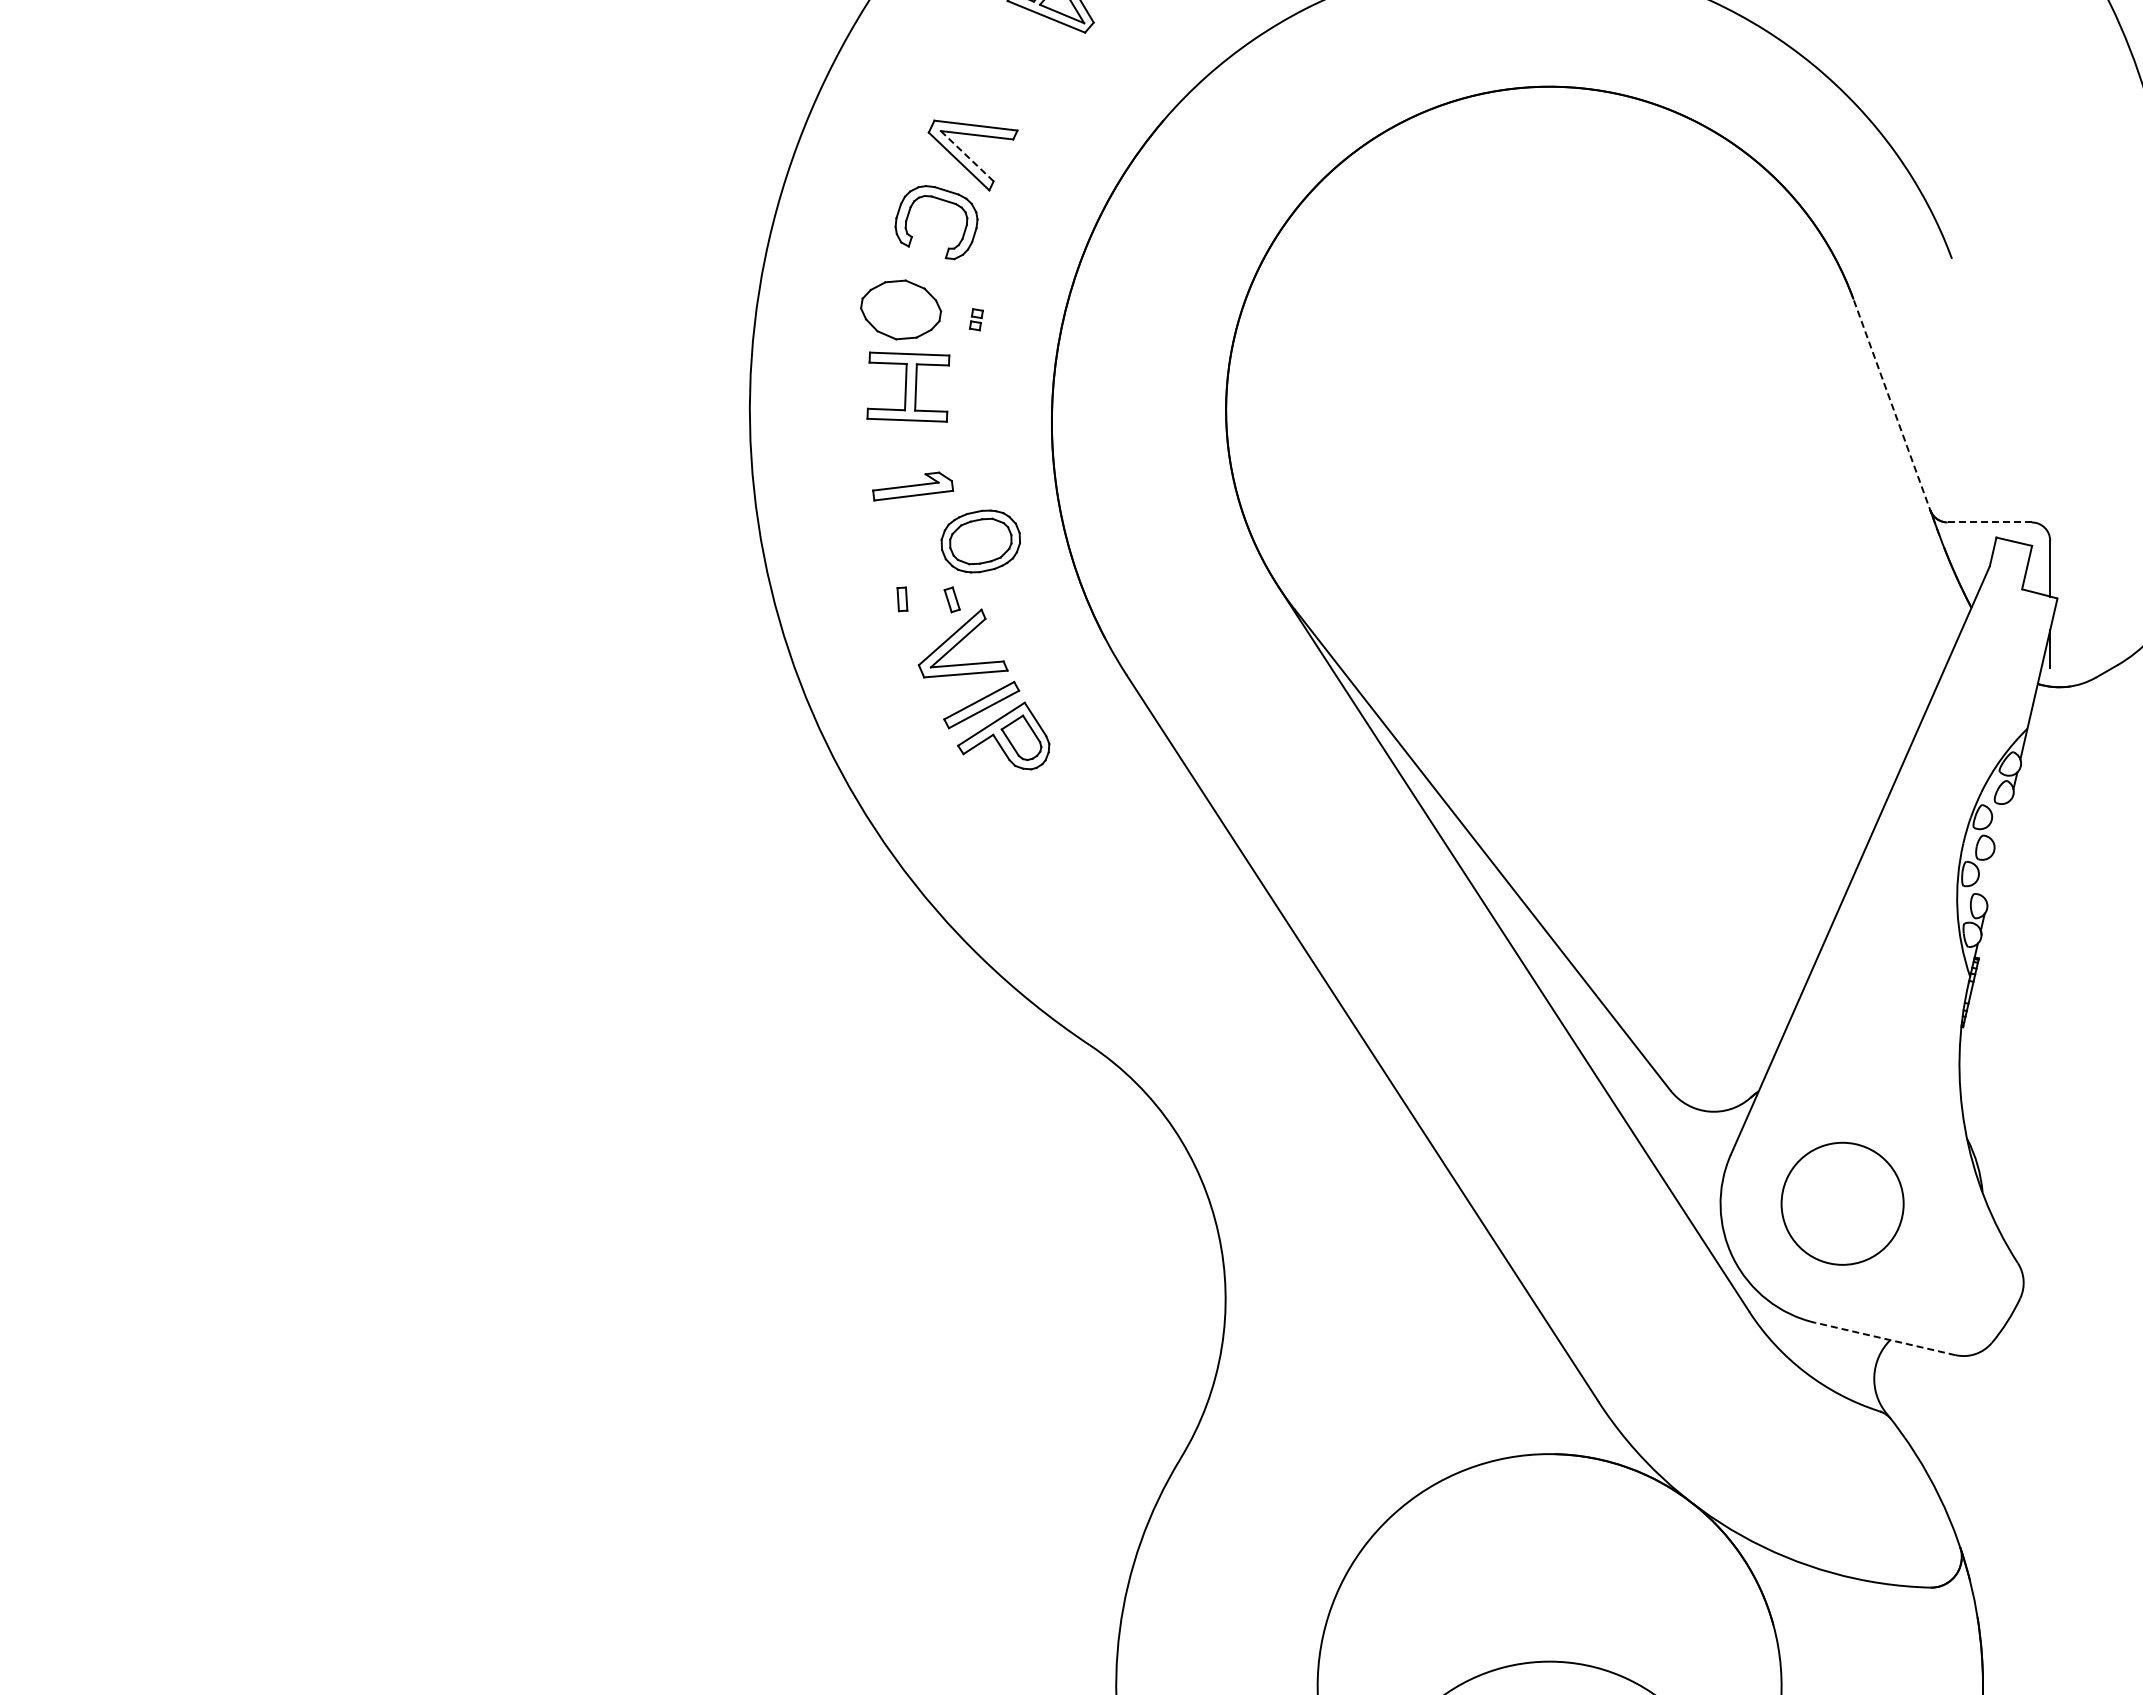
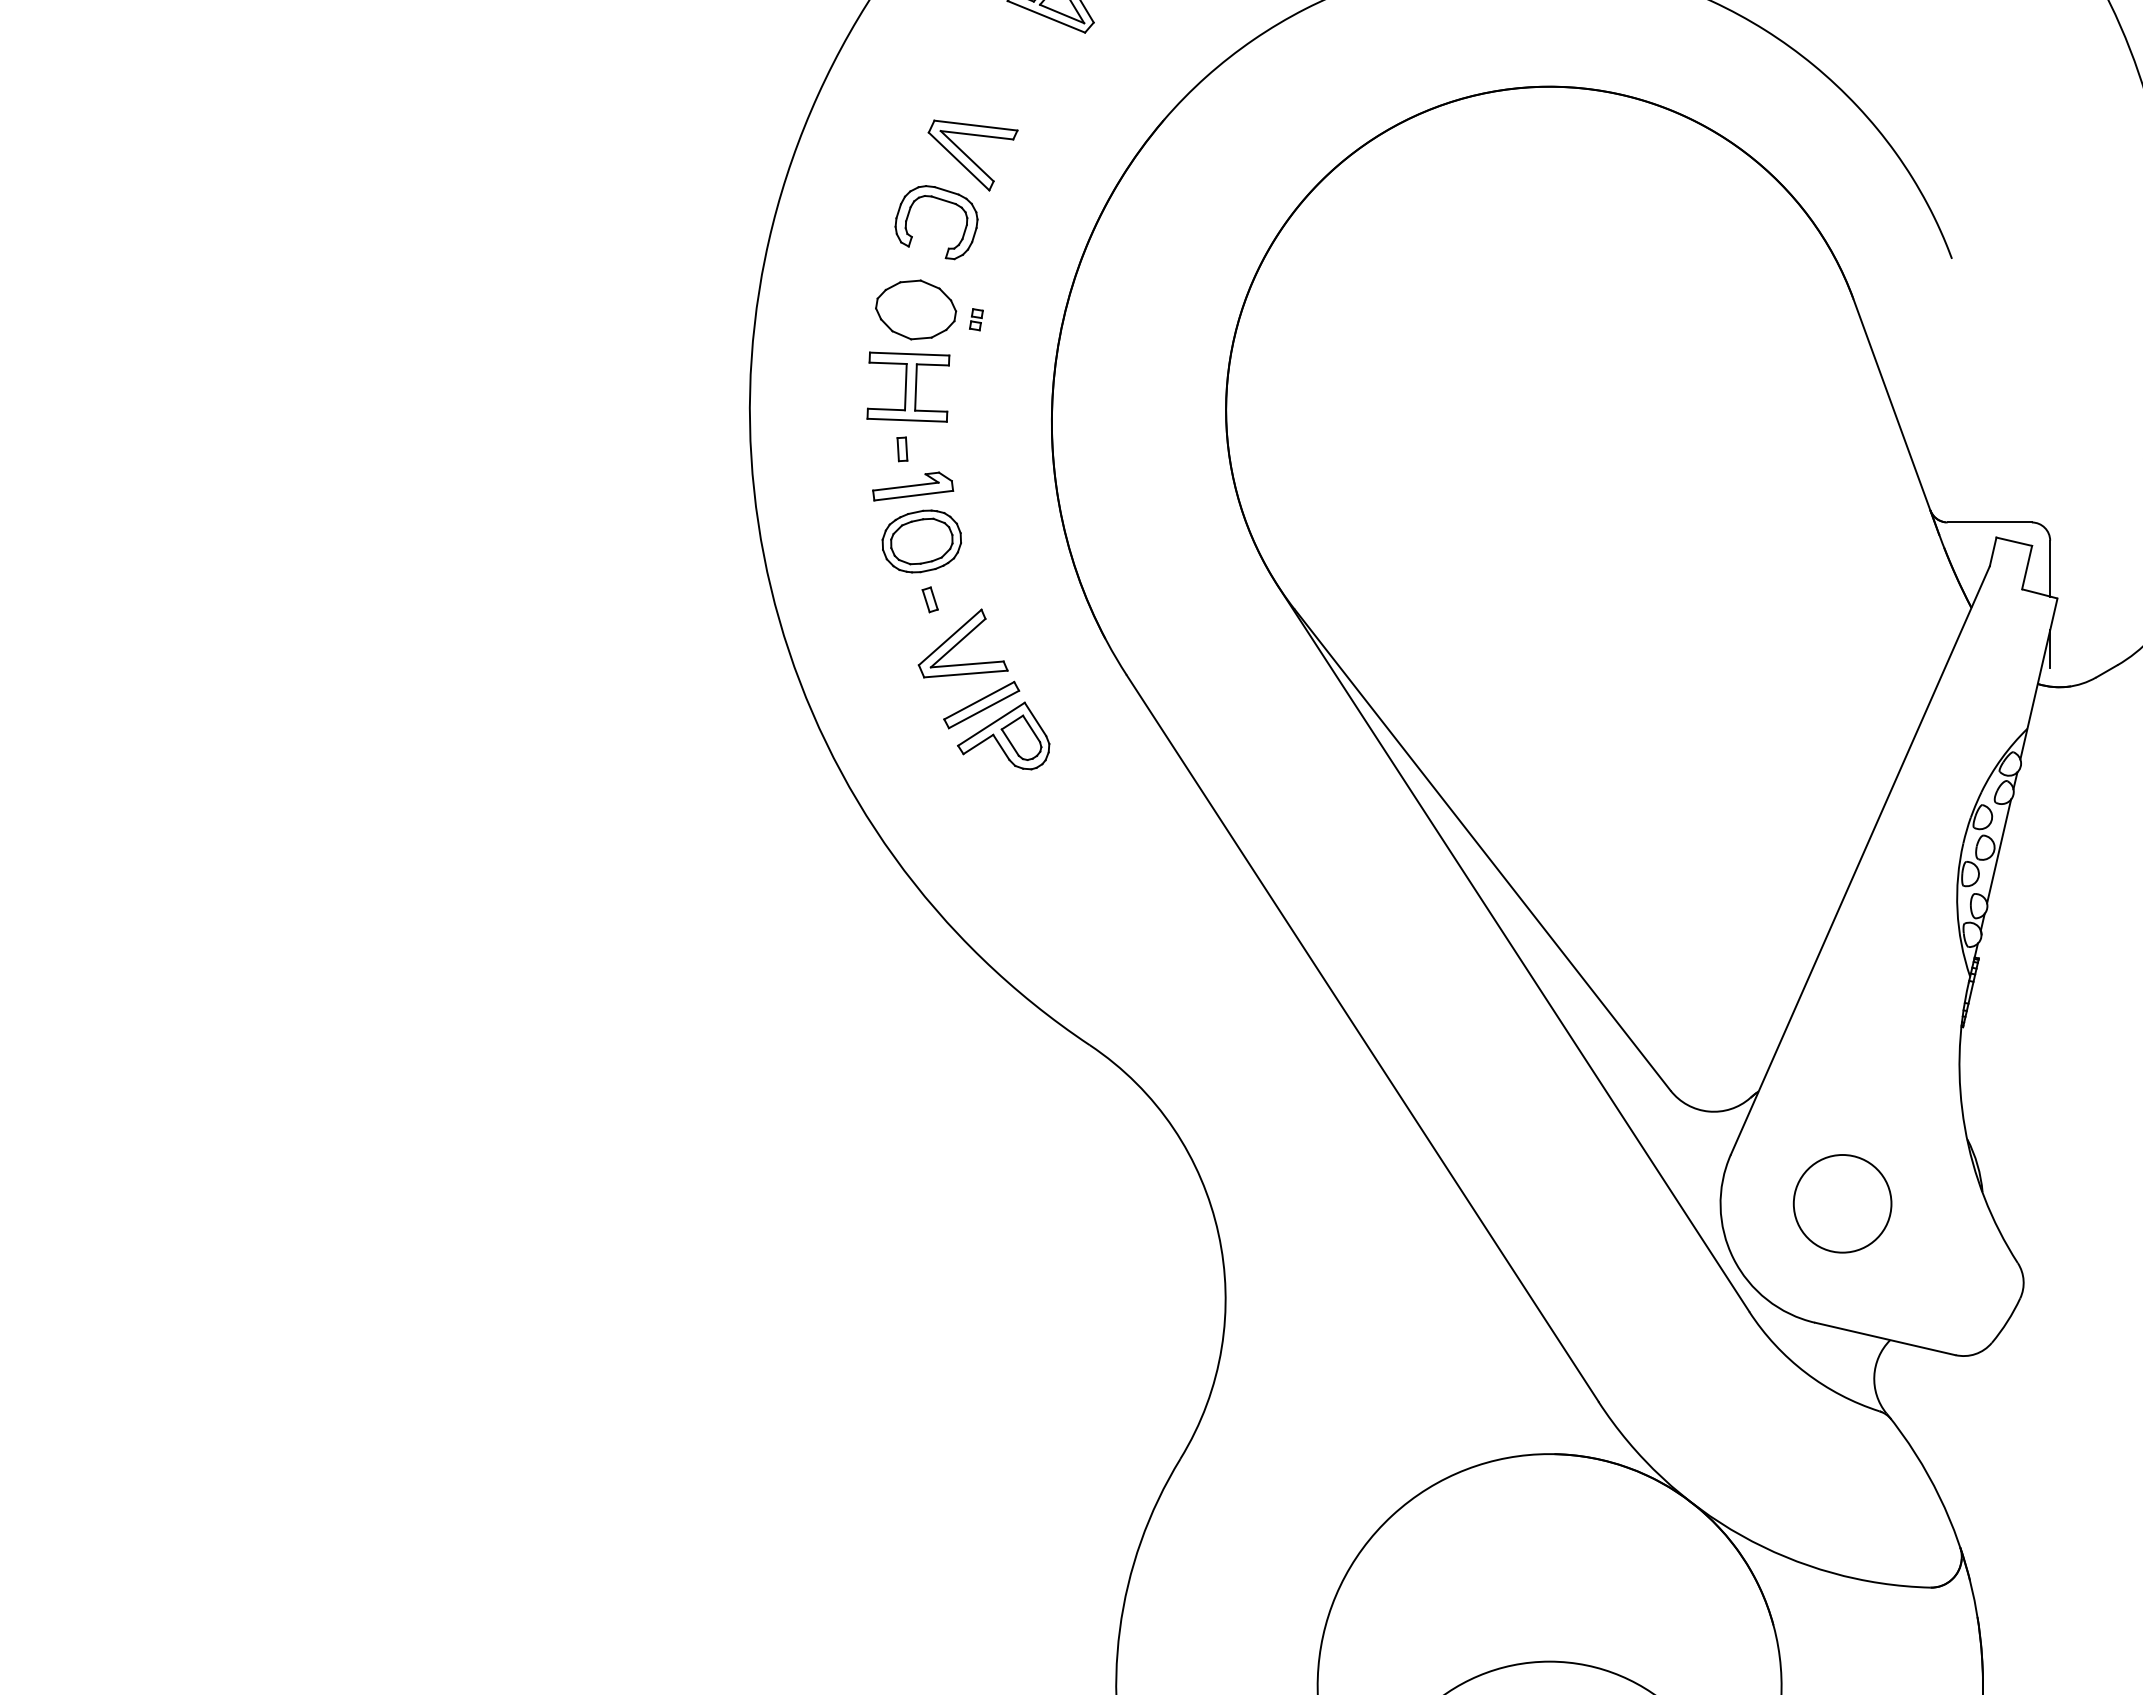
line at (966, 155): dashed -> solid
part at (901, 309) position: (901, 309) -> (916, 309)
line at (1896, 416): dashed -> solid
line at (1990, 522): dashed -> solid
part at (980, 541) position: (980, 541) -> (921, 541)
part at (902, 599) position: (902, 599) -> (902, 449)
part at (951, 599) position: (951, 599) -> (929, 599)
line at (1999, 851): none -> present
circle at (1842, 1203) diameter: 122 px -> 98 px
line at (1884, 1338): dashed -> solid
